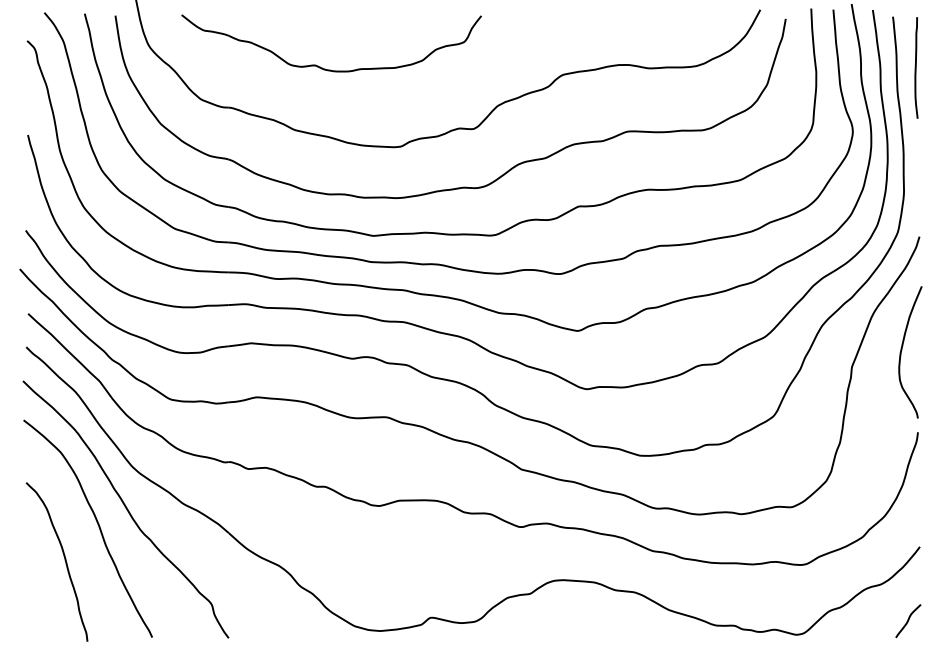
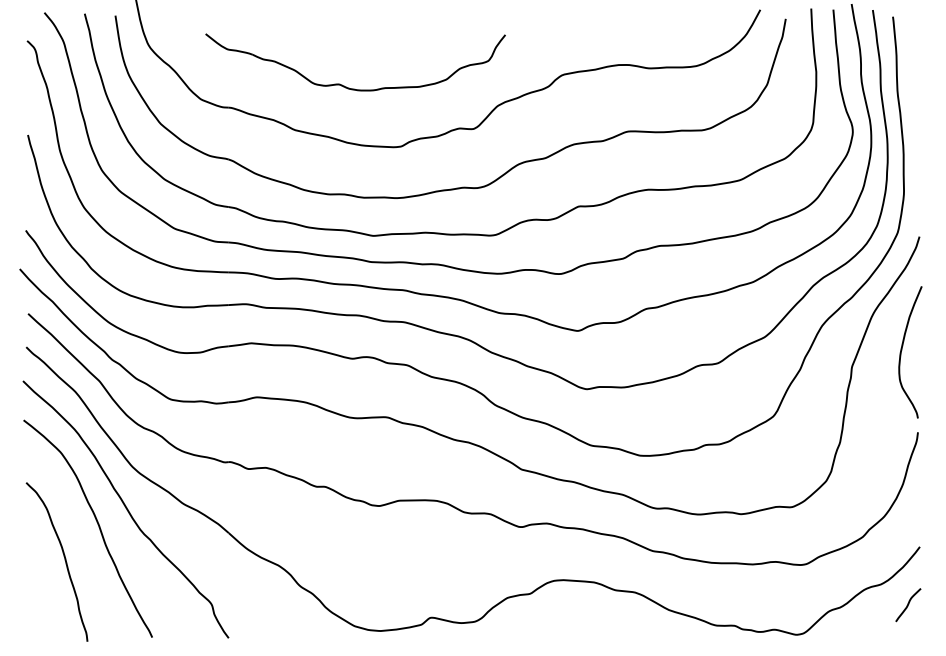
part at (320, 66) position: (320, 66) -> (344, 85)
curve at (916, 67): present -> none
curve at (908, 621) position: (908, 621) -> (908, 605)
